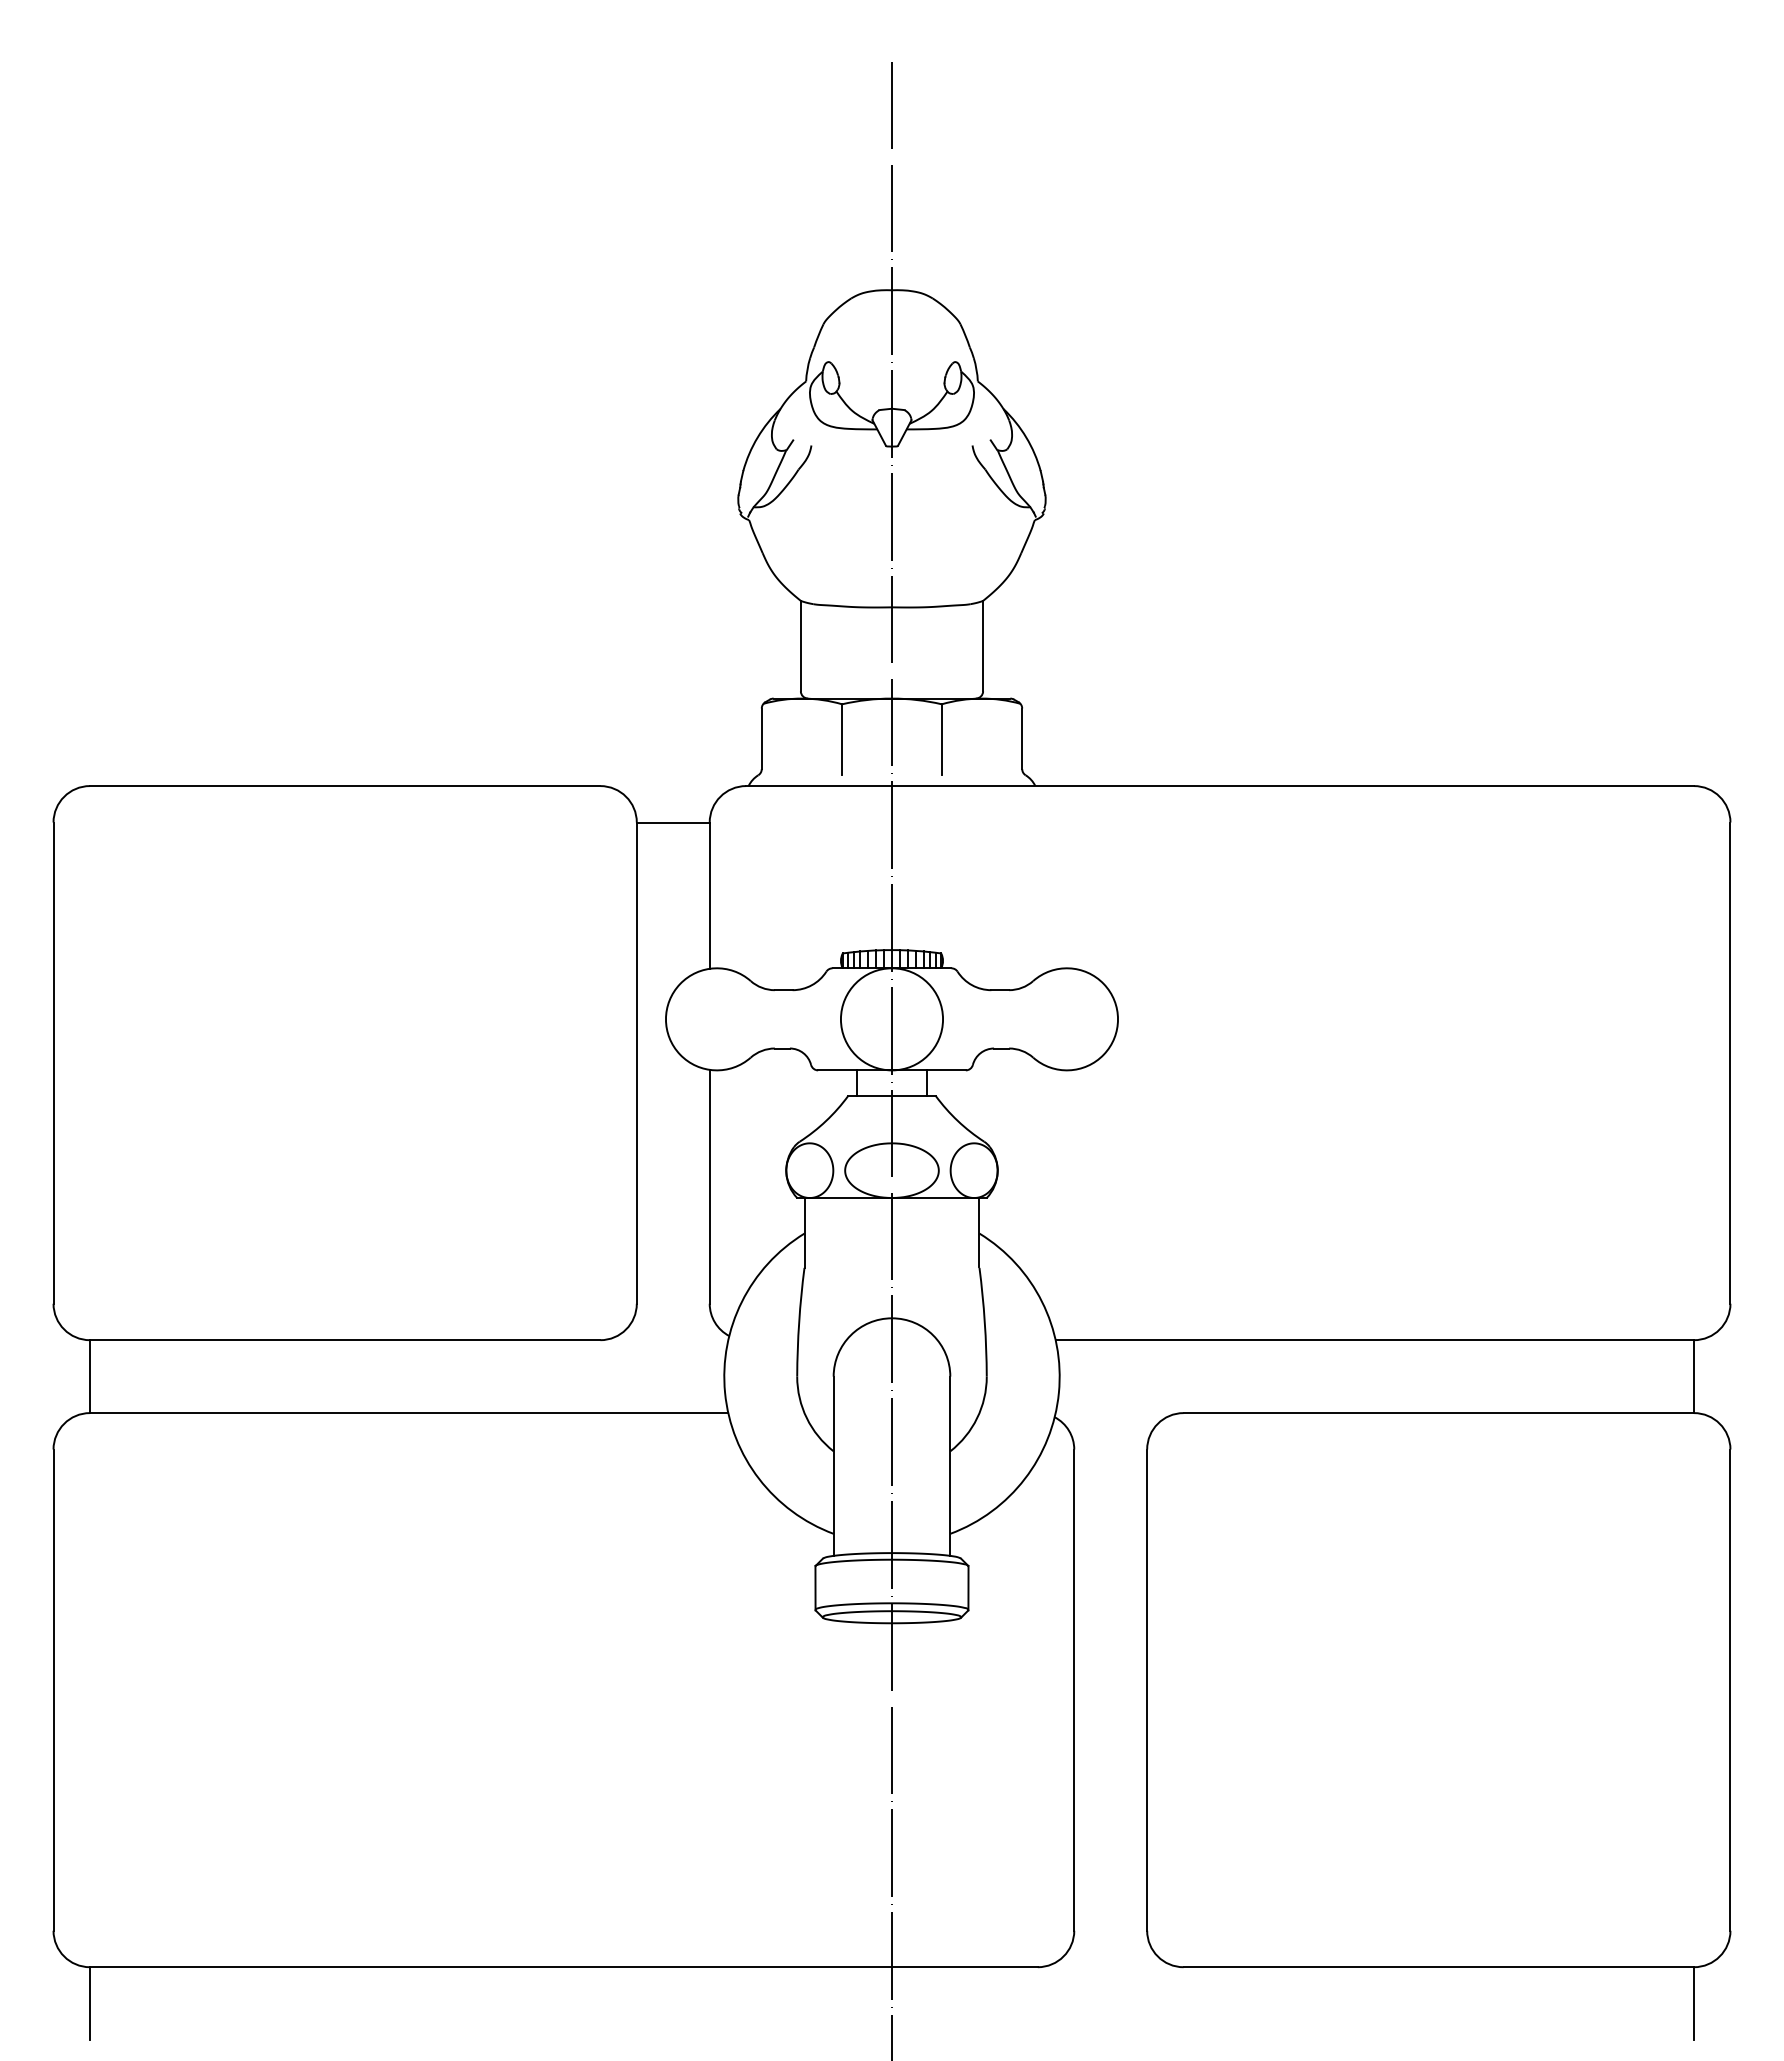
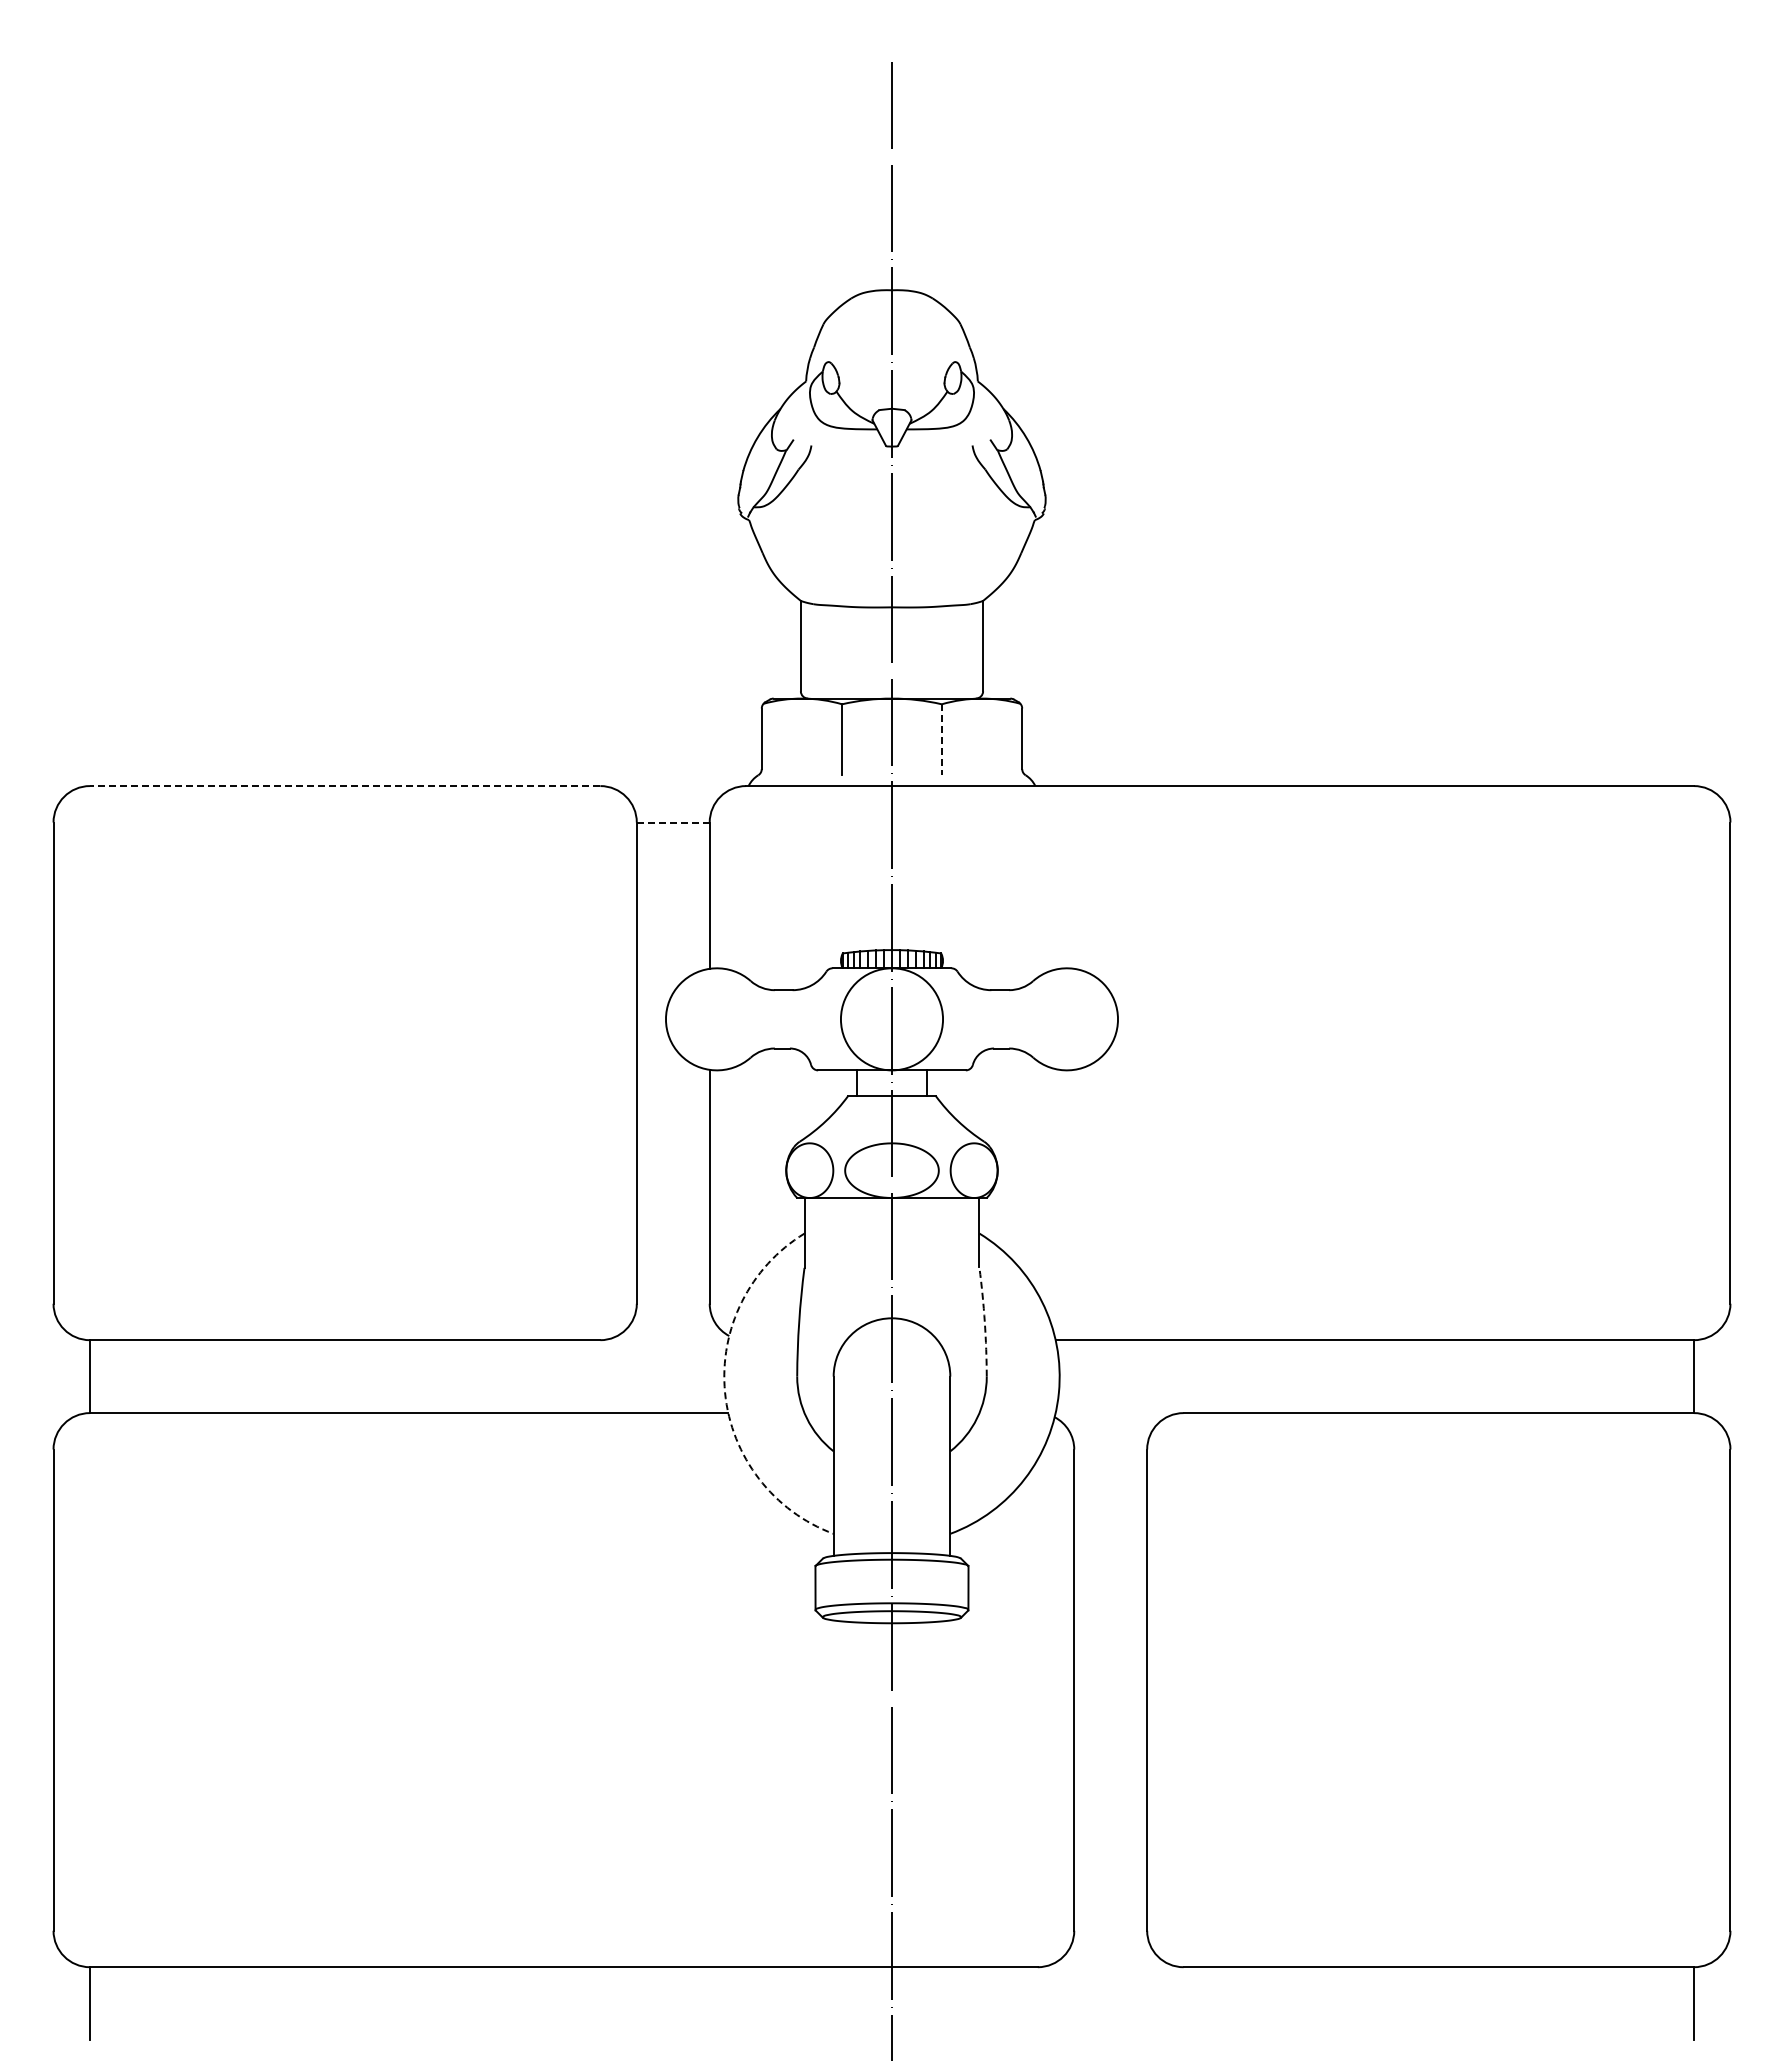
line at (941, 740): solid -> dashed
line at (344, 786): solid -> dashed
line at (673, 822): solid -> dashed
arc at (984, 1322): solid -> dashed
arc at (725, 1392): solid -> dashed
